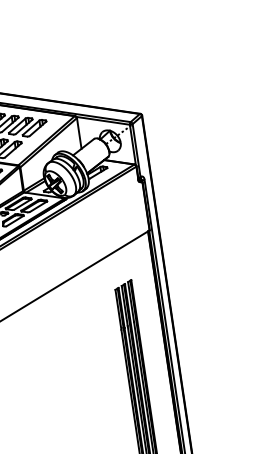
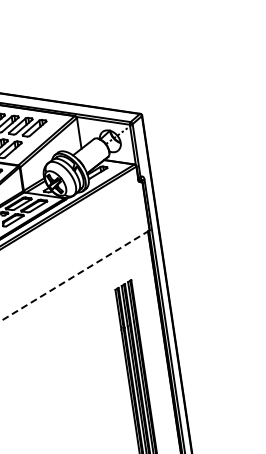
line at (74, 276): solid -> dashed
